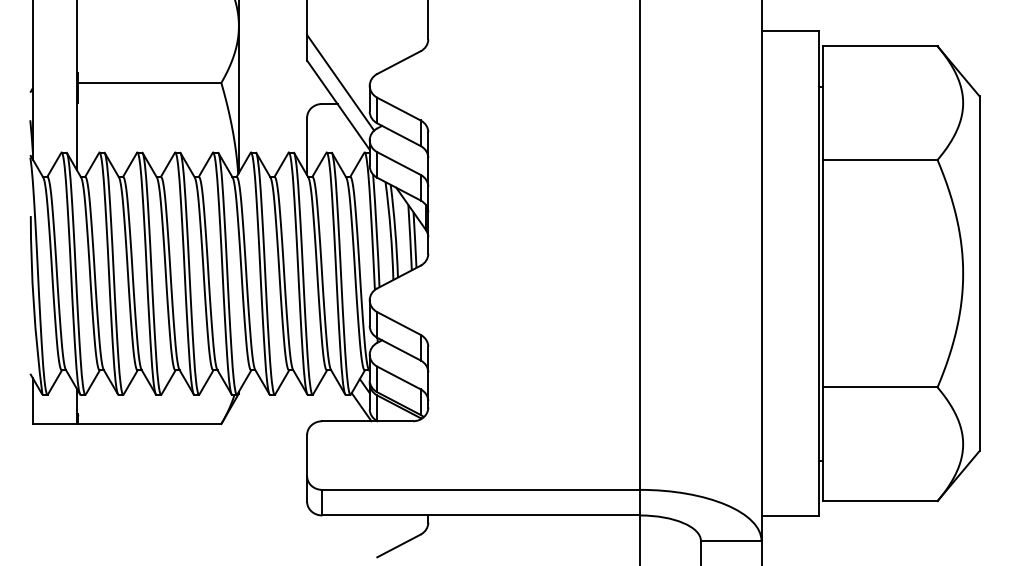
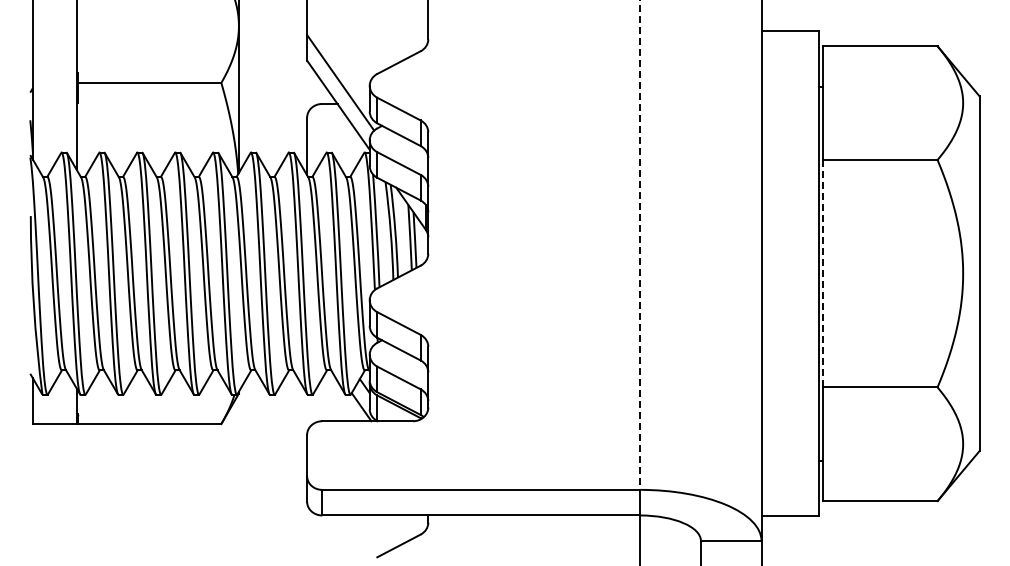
line at (640, 245): solid -> dashed
line at (823, 273): solid -> dashed
